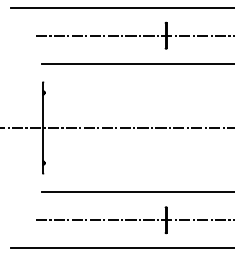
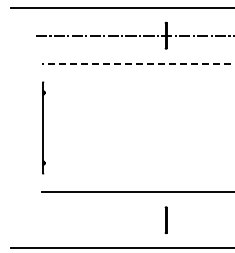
line at (137, 63): solid -> dashed
line at (116, 127): present -> none
line at (133, 220): present -> none
